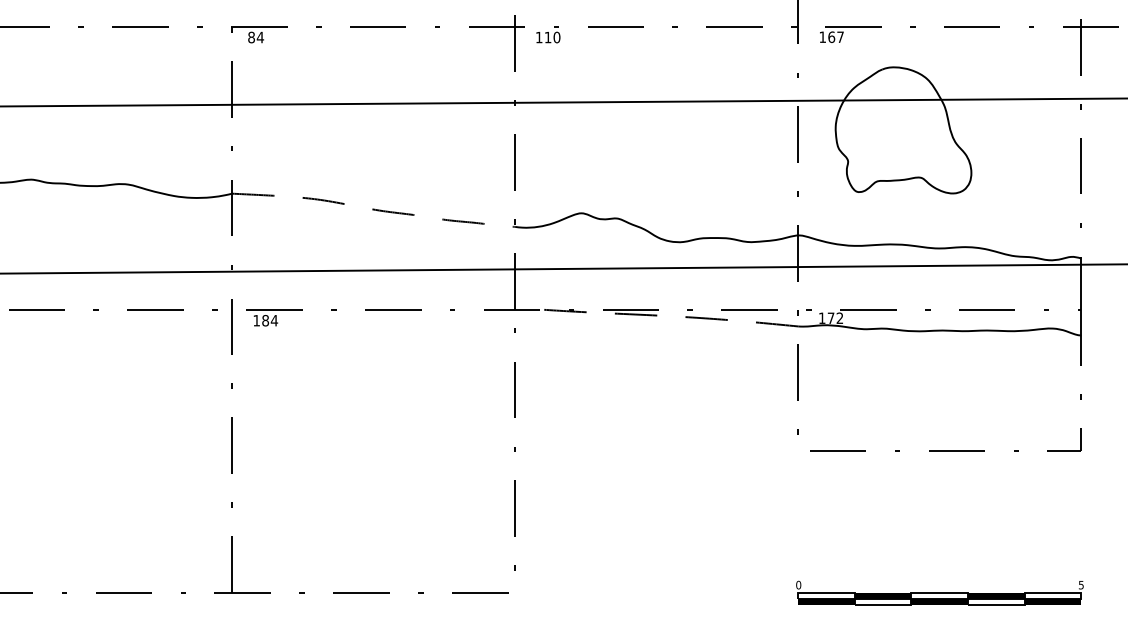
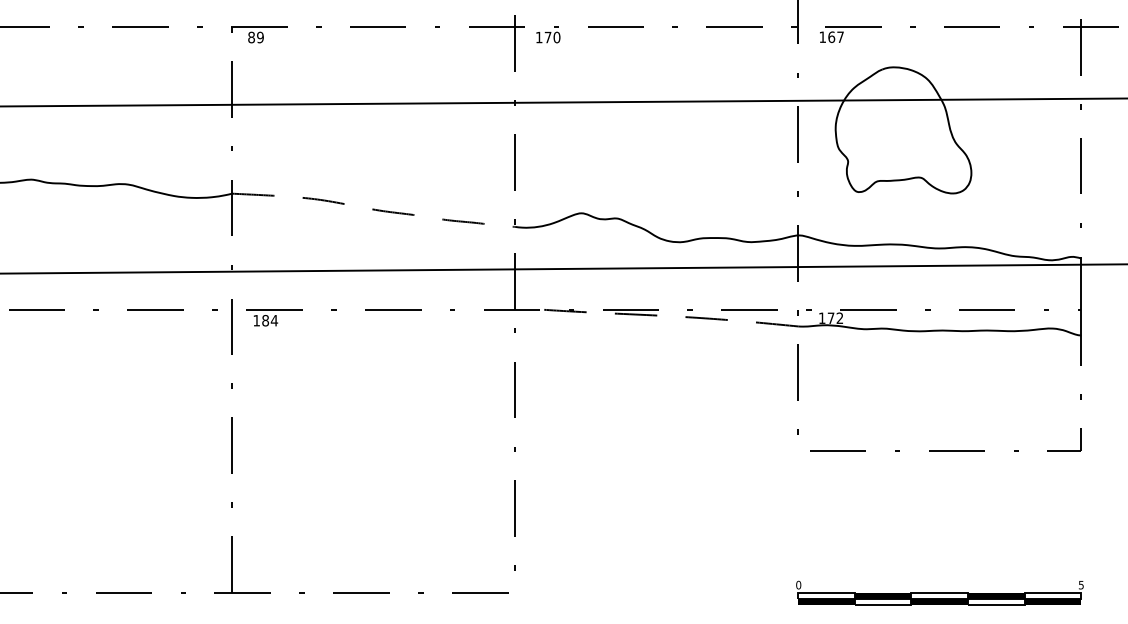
text at (260, 37): 84 -> 89
text at (547, 37): 110 -> 170
